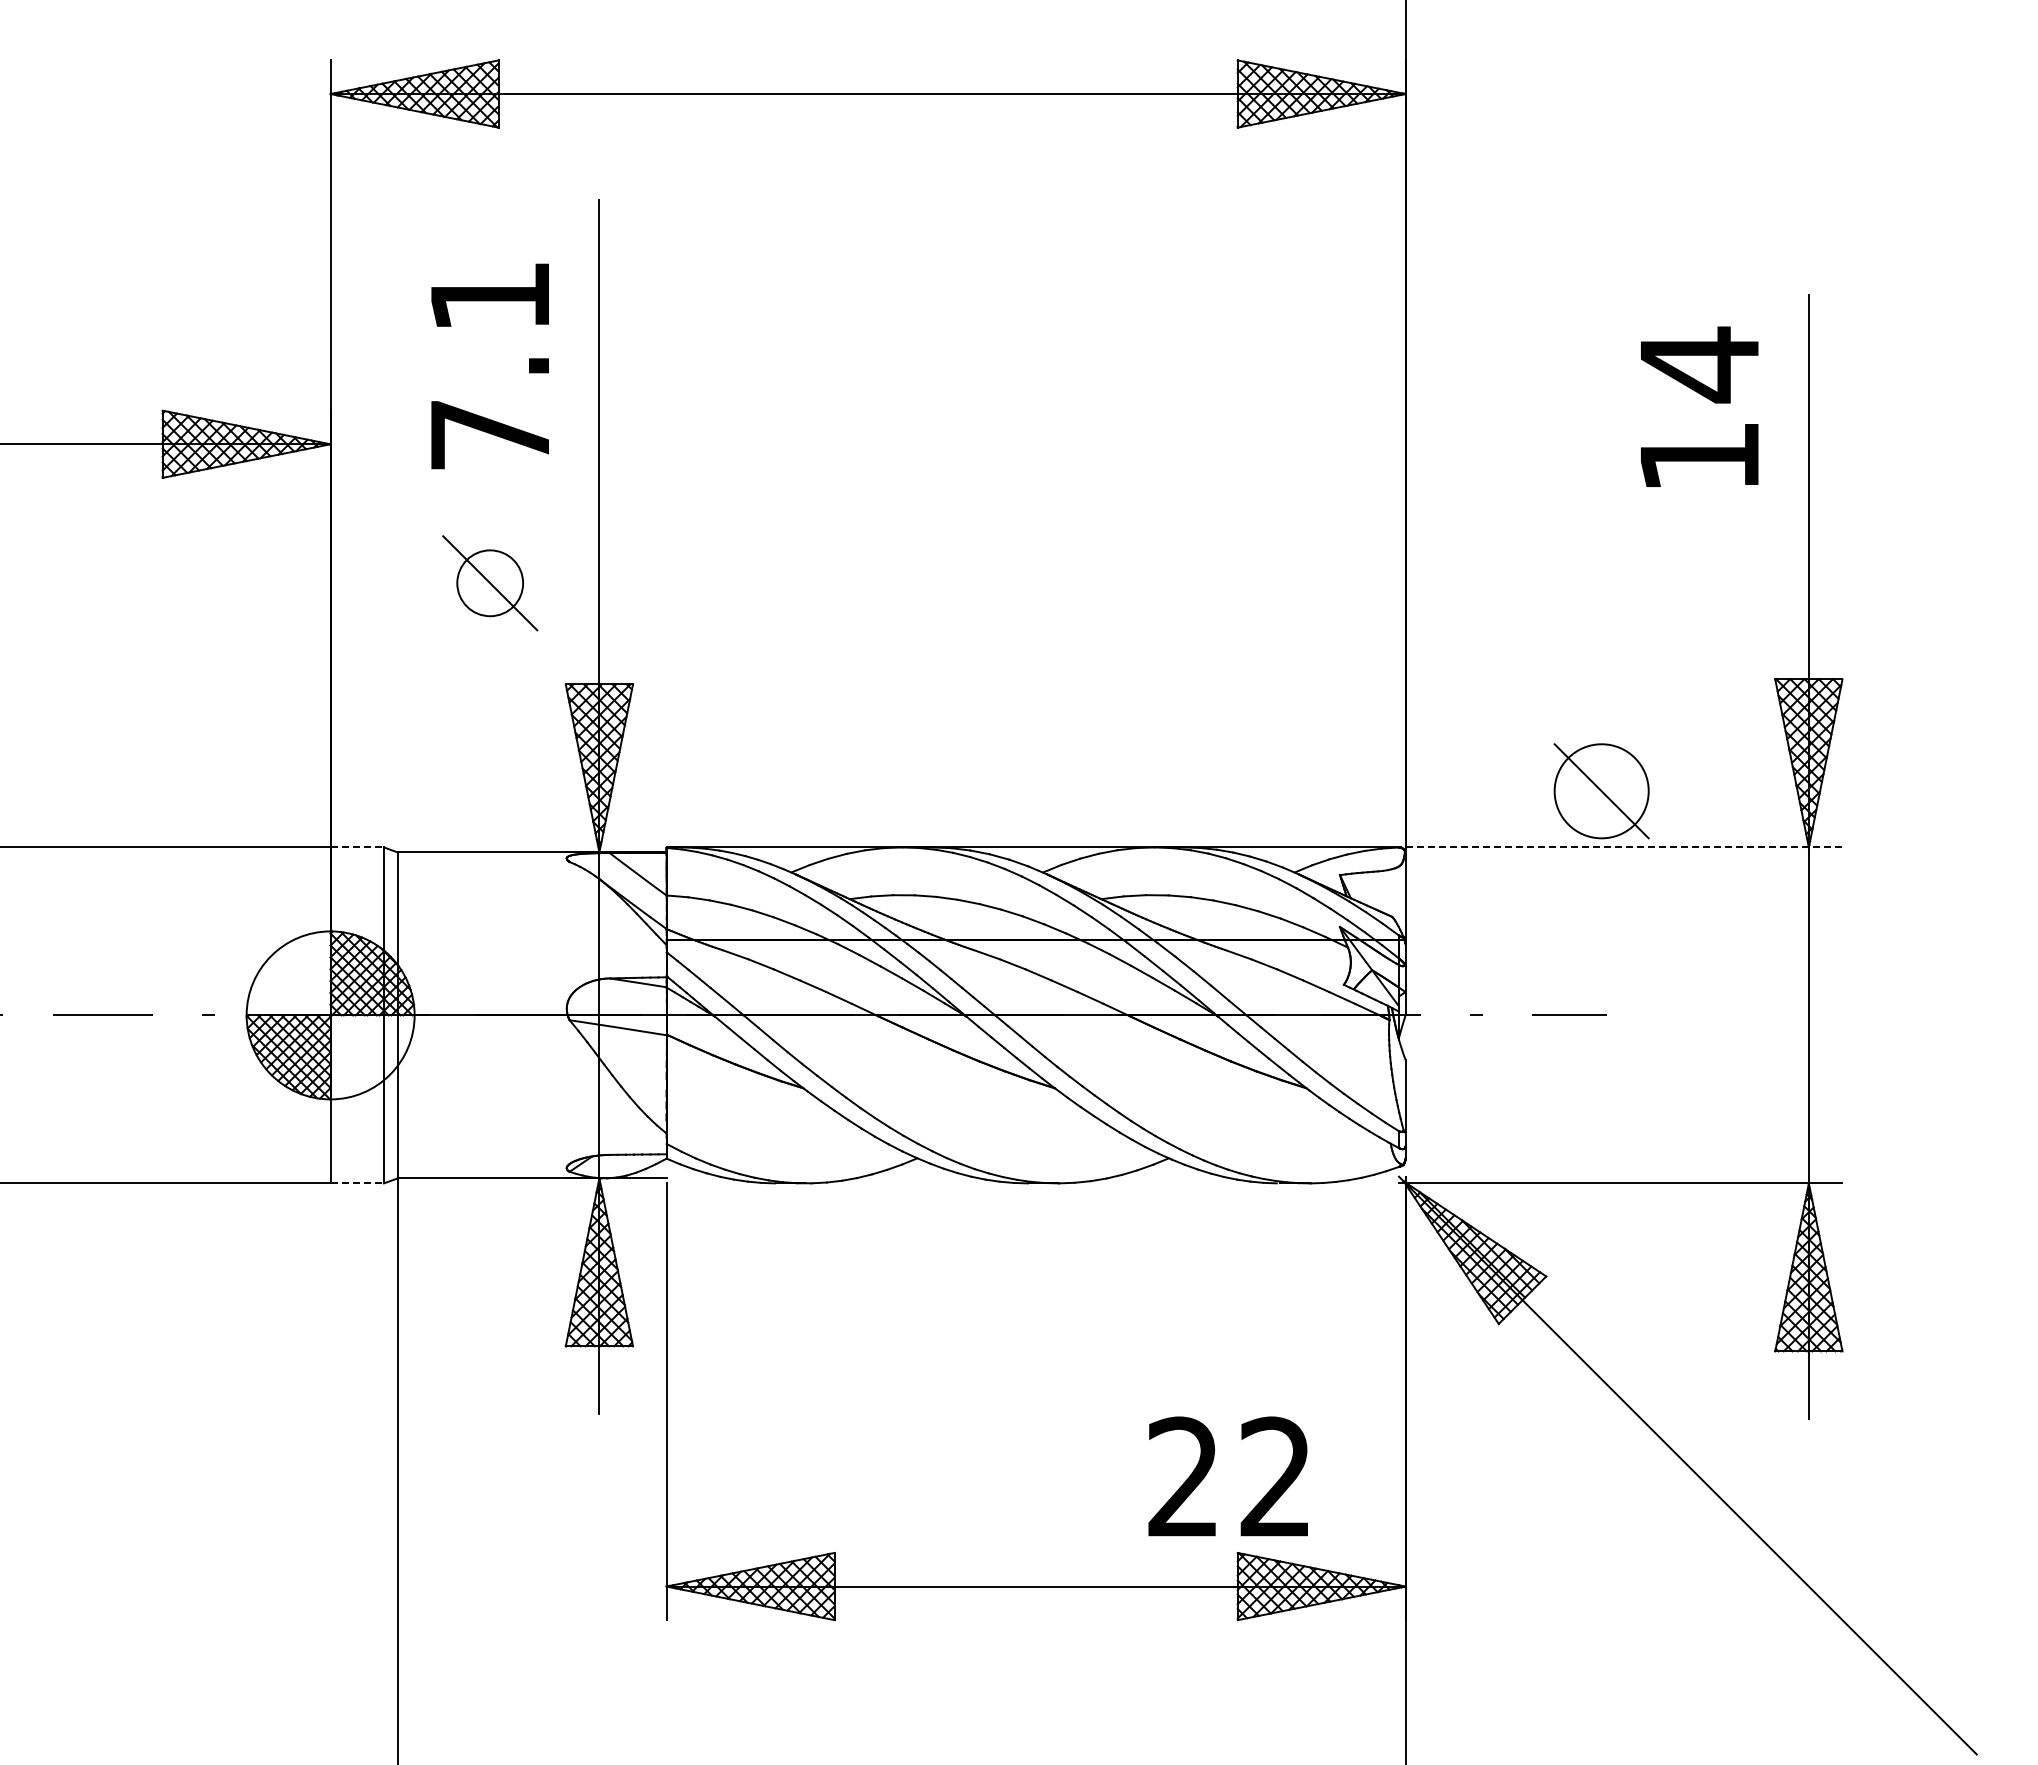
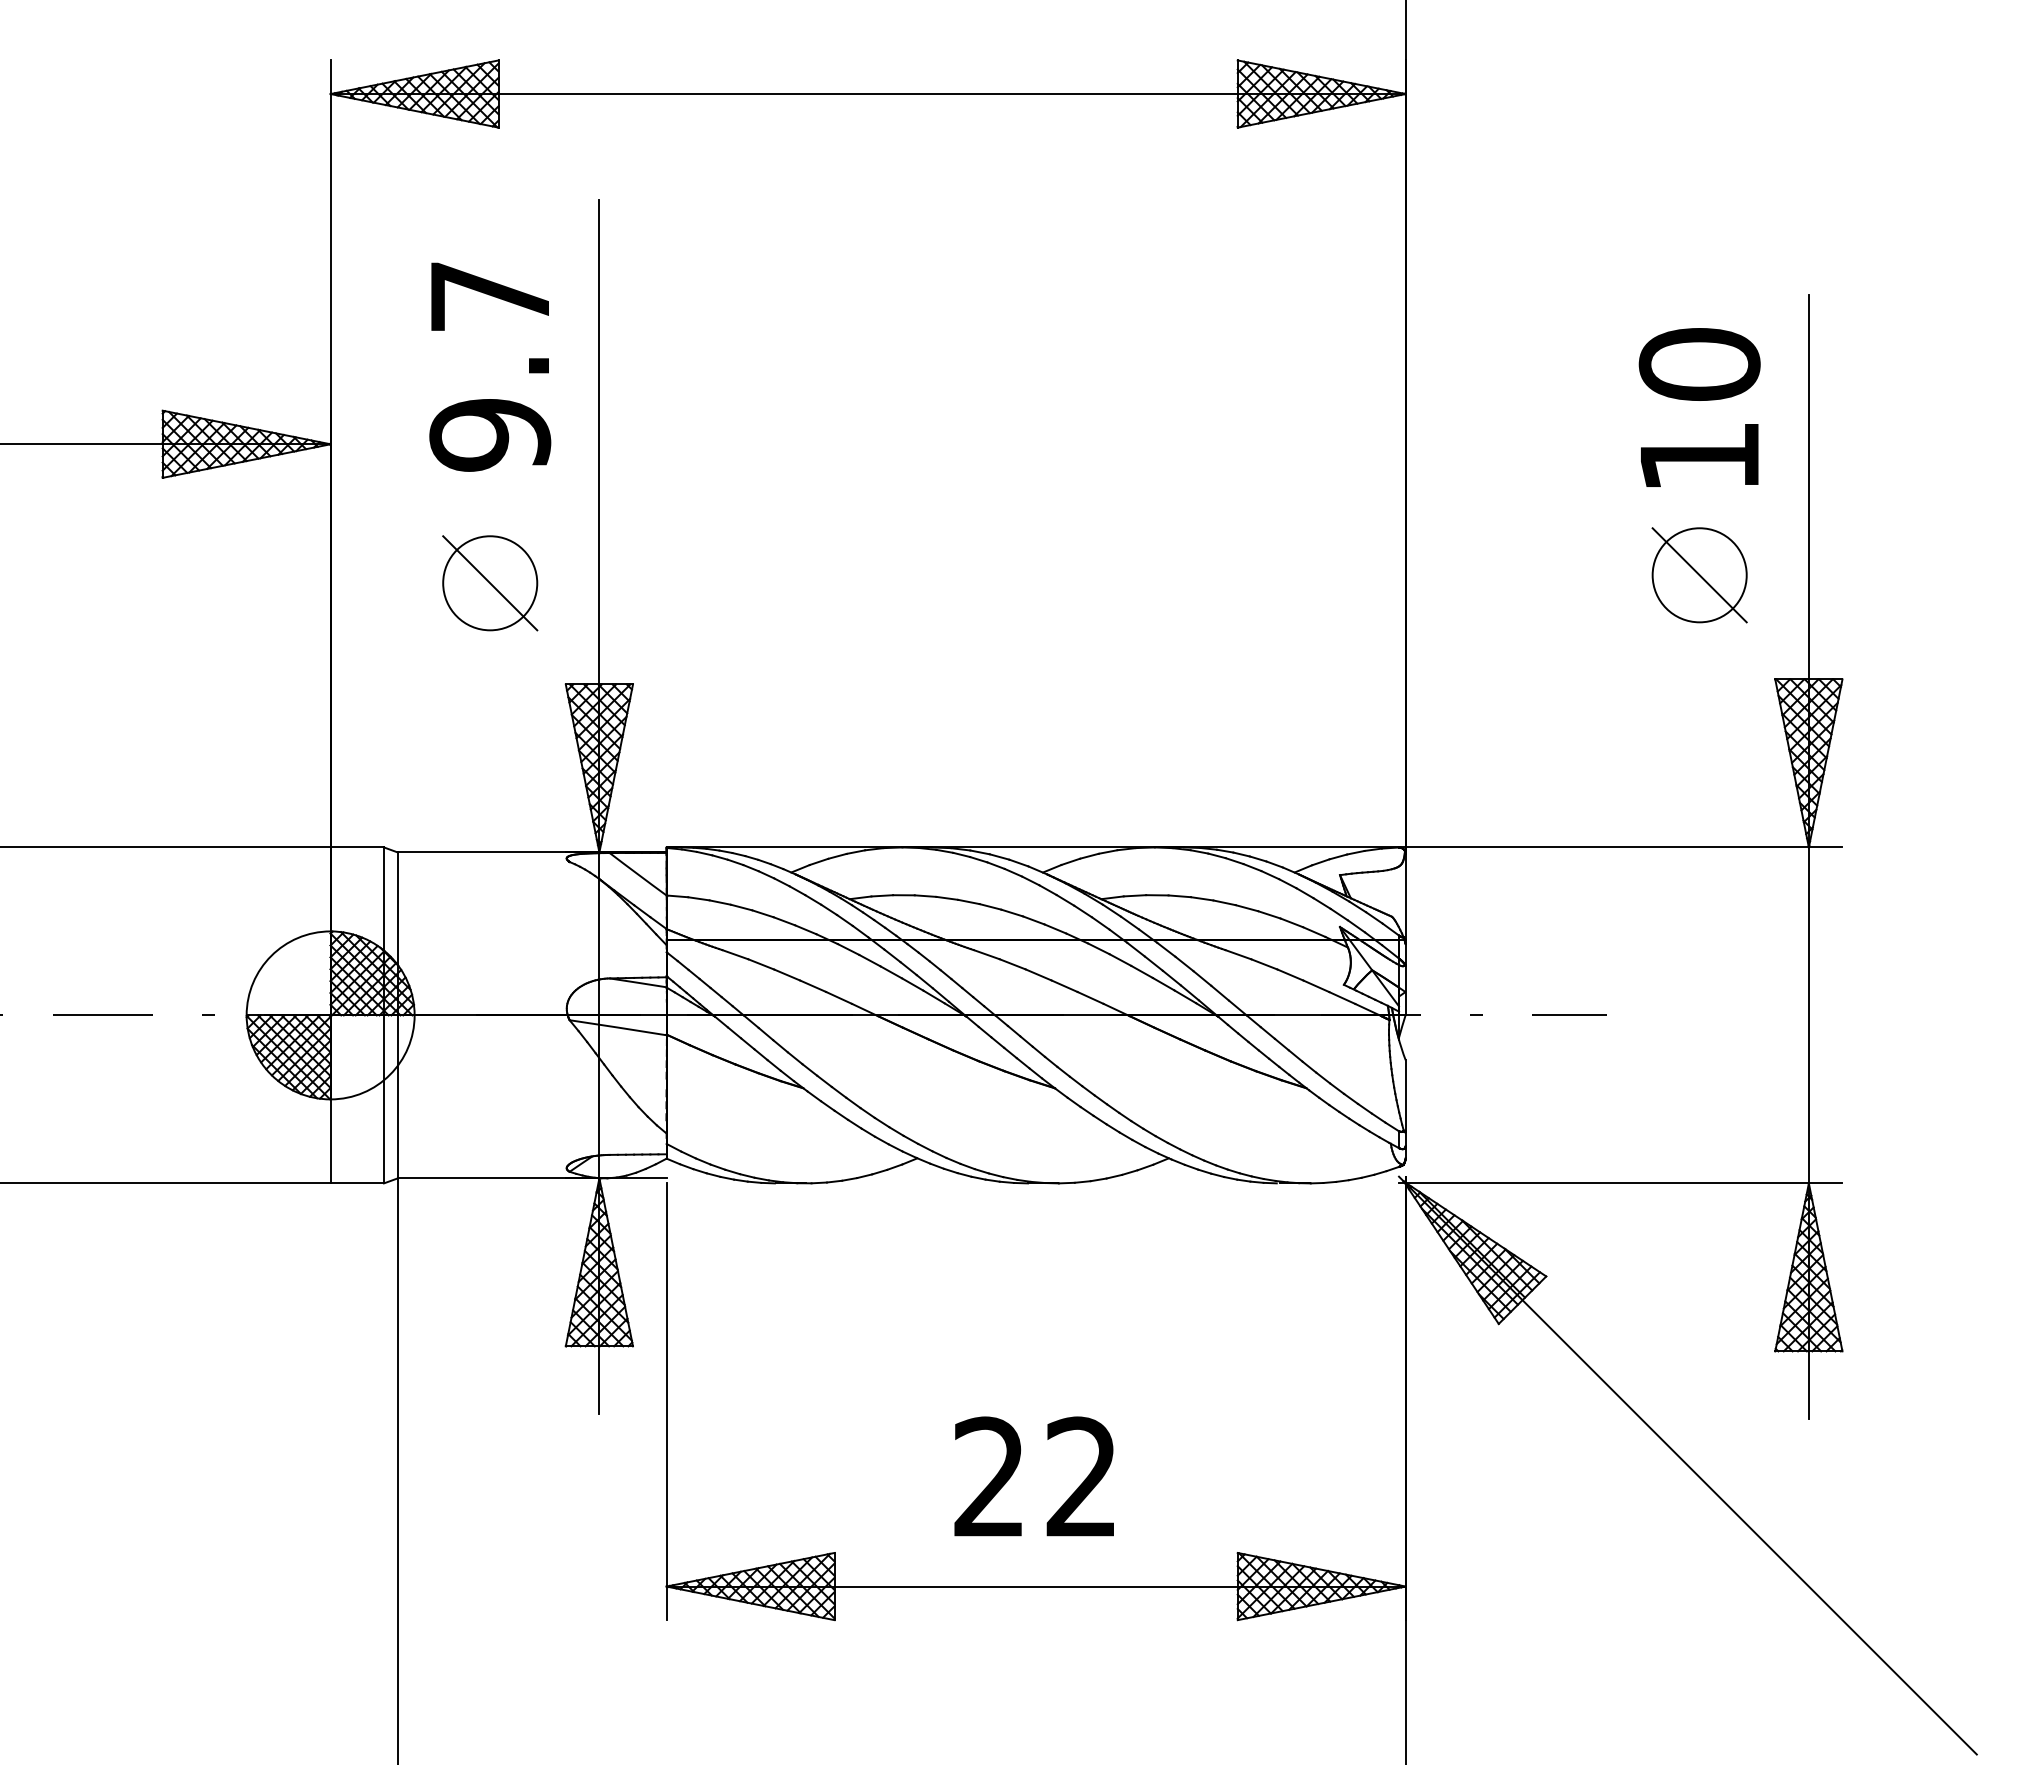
text at (1699, 364): 14 -> 10
text at (490, 366): 7.1 -> 9.7
circle at (490, 583) diameter: 66 px -> 94 px
part at (1601, 791) position: (1601, 791) -> (1699, 575)
line at (357, 847): dashed -> solid
line at (1620, 847): dashed -> solid
line at (357, 1183): dashed -> solid
text at (1227, 1476) position: (1227, 1476) -> (1033, 1476)
